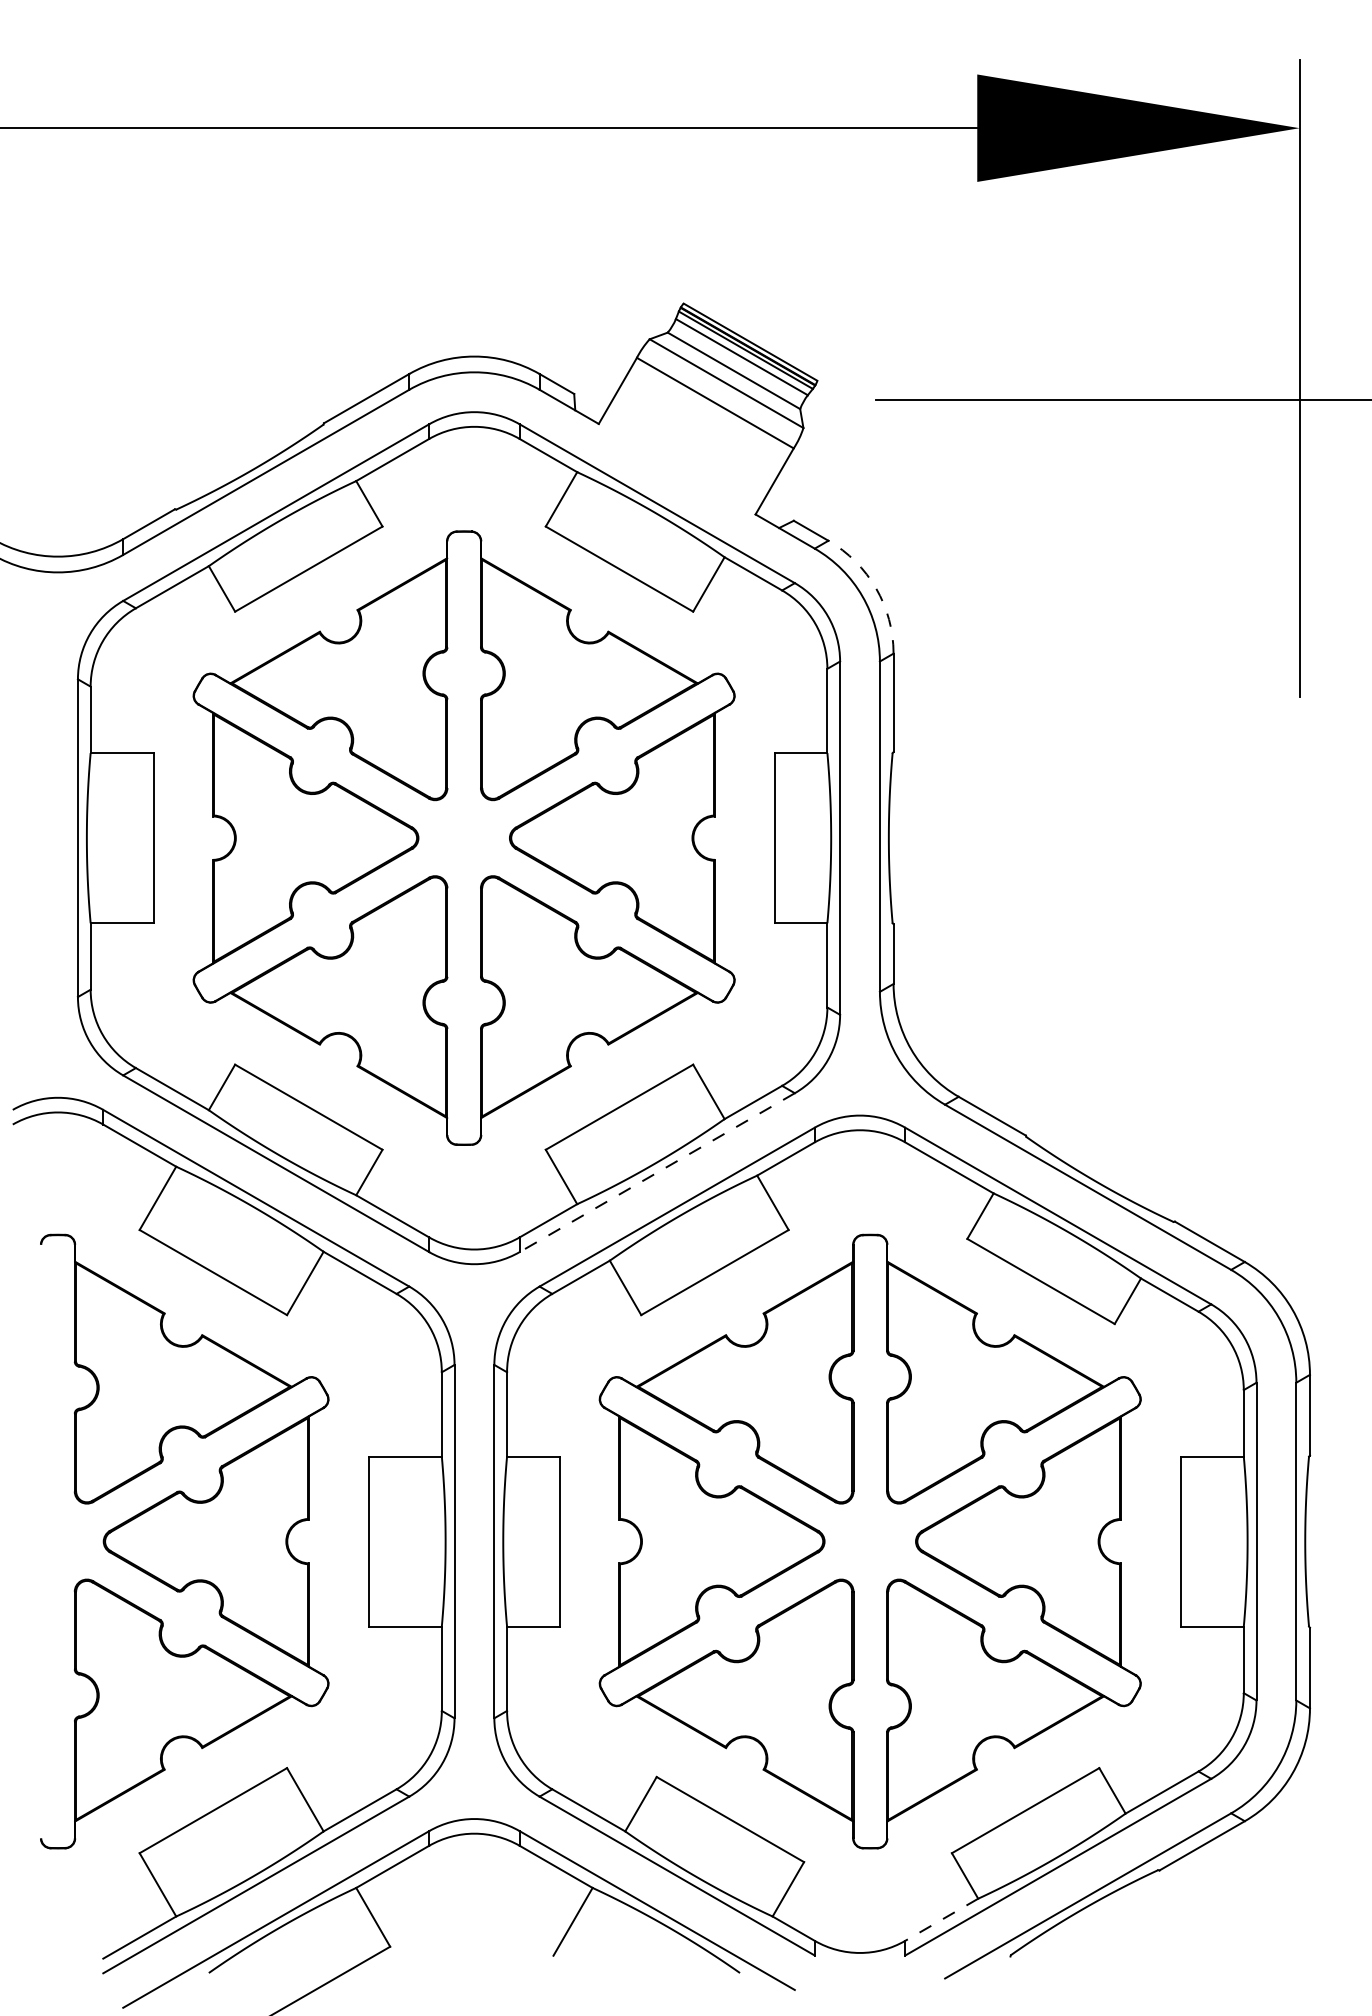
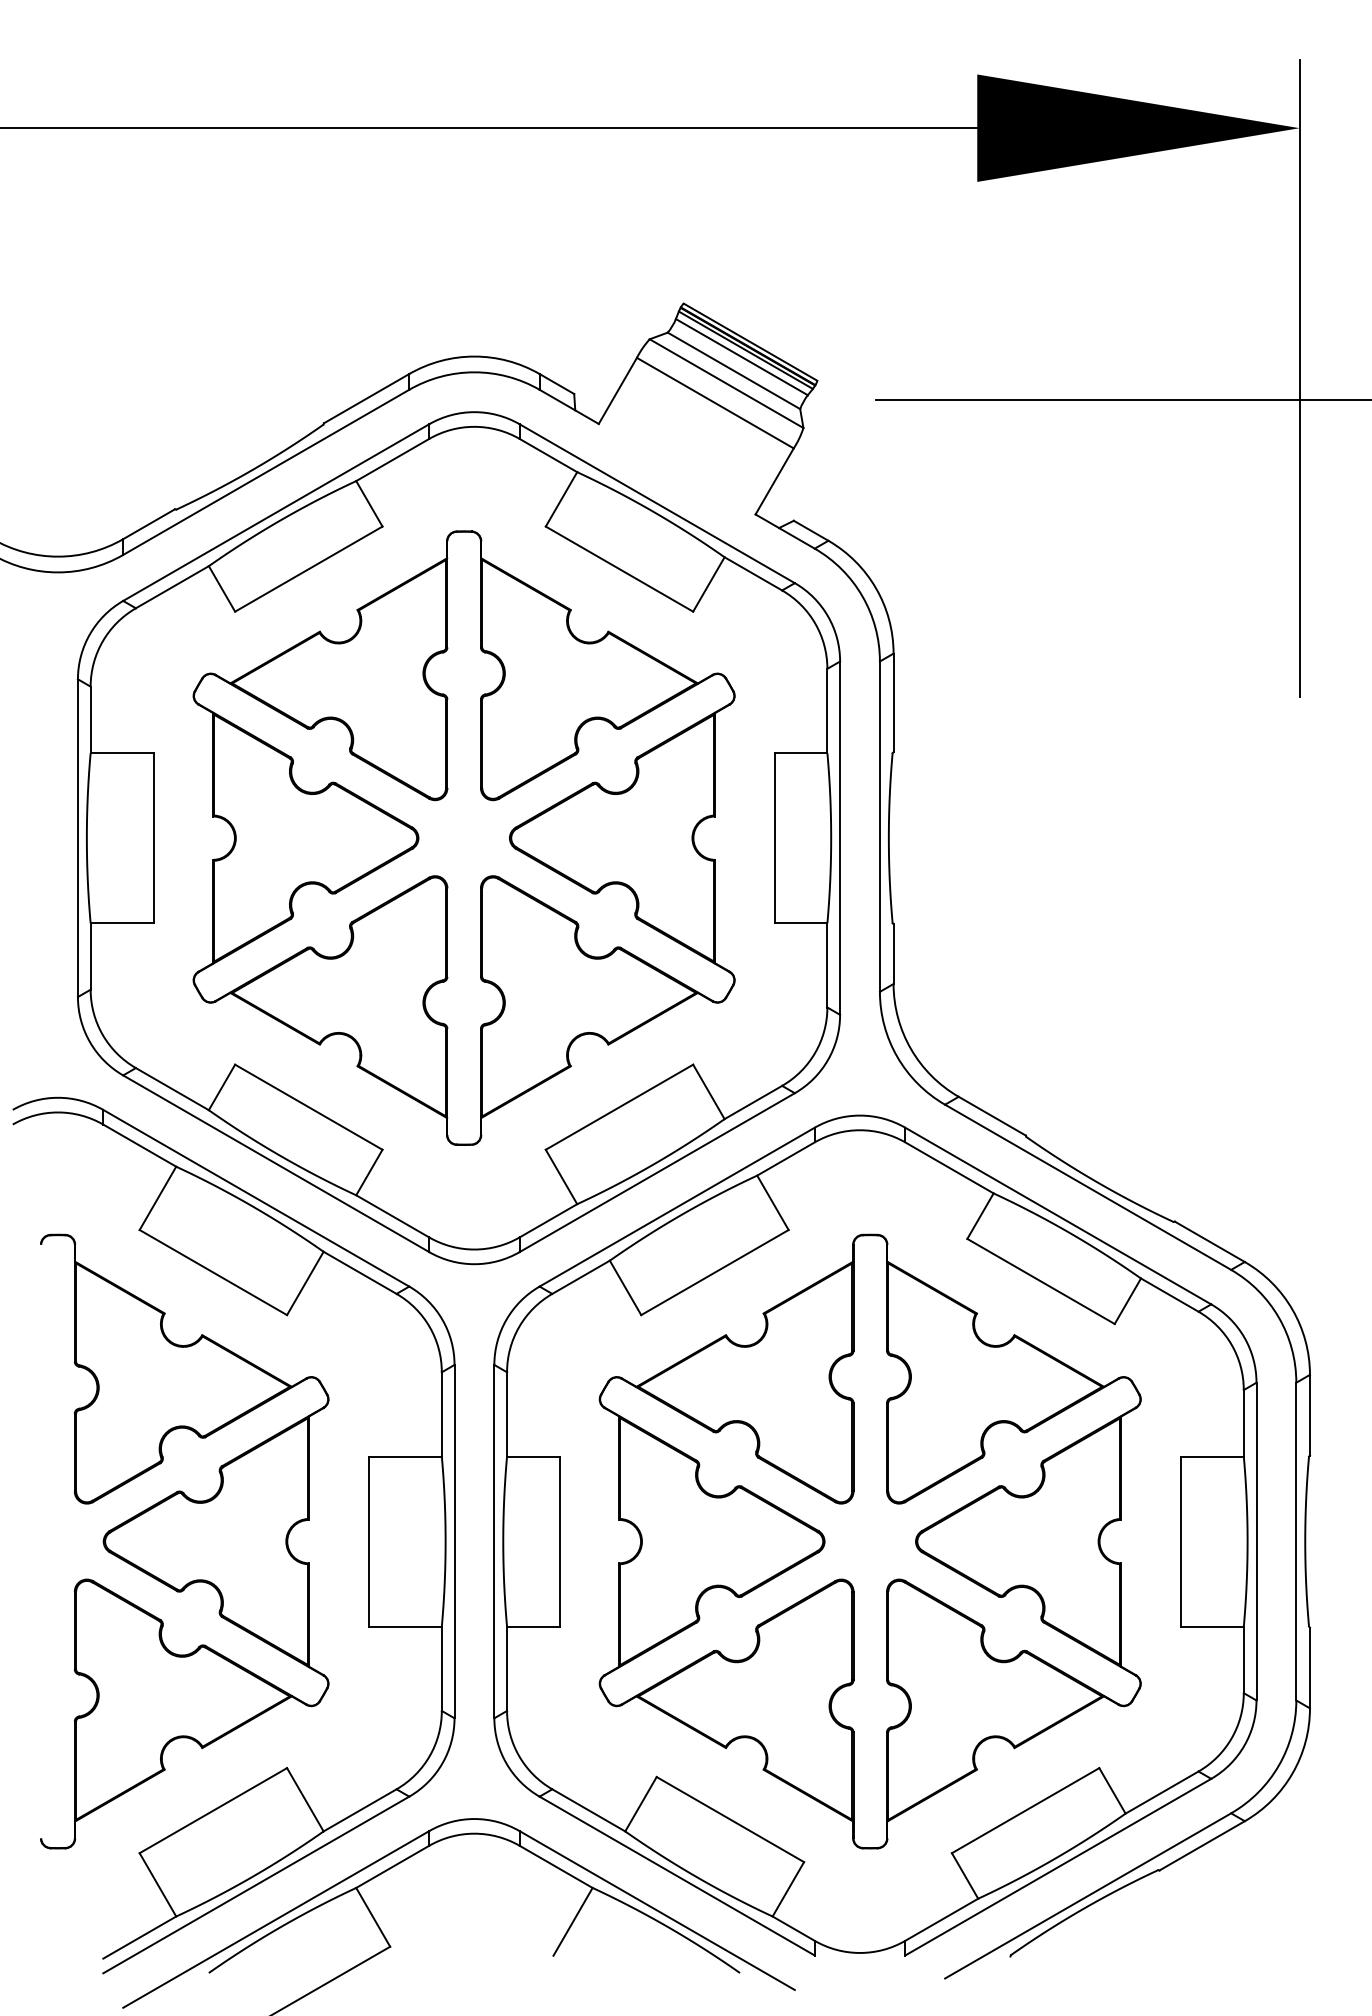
arc at (876, 588): dashed -> solid
line at (657, 1172): dashed -> solid
line at (941, 1920): dashed -> solid
